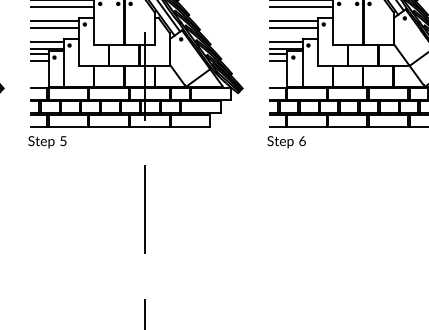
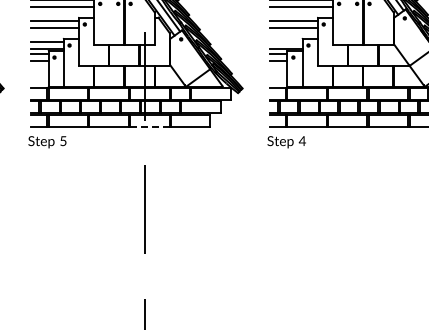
line at (285, 42): present -> none
line at (149, 126): solid -> dashed
text at (301, 141): 6 -> 4
